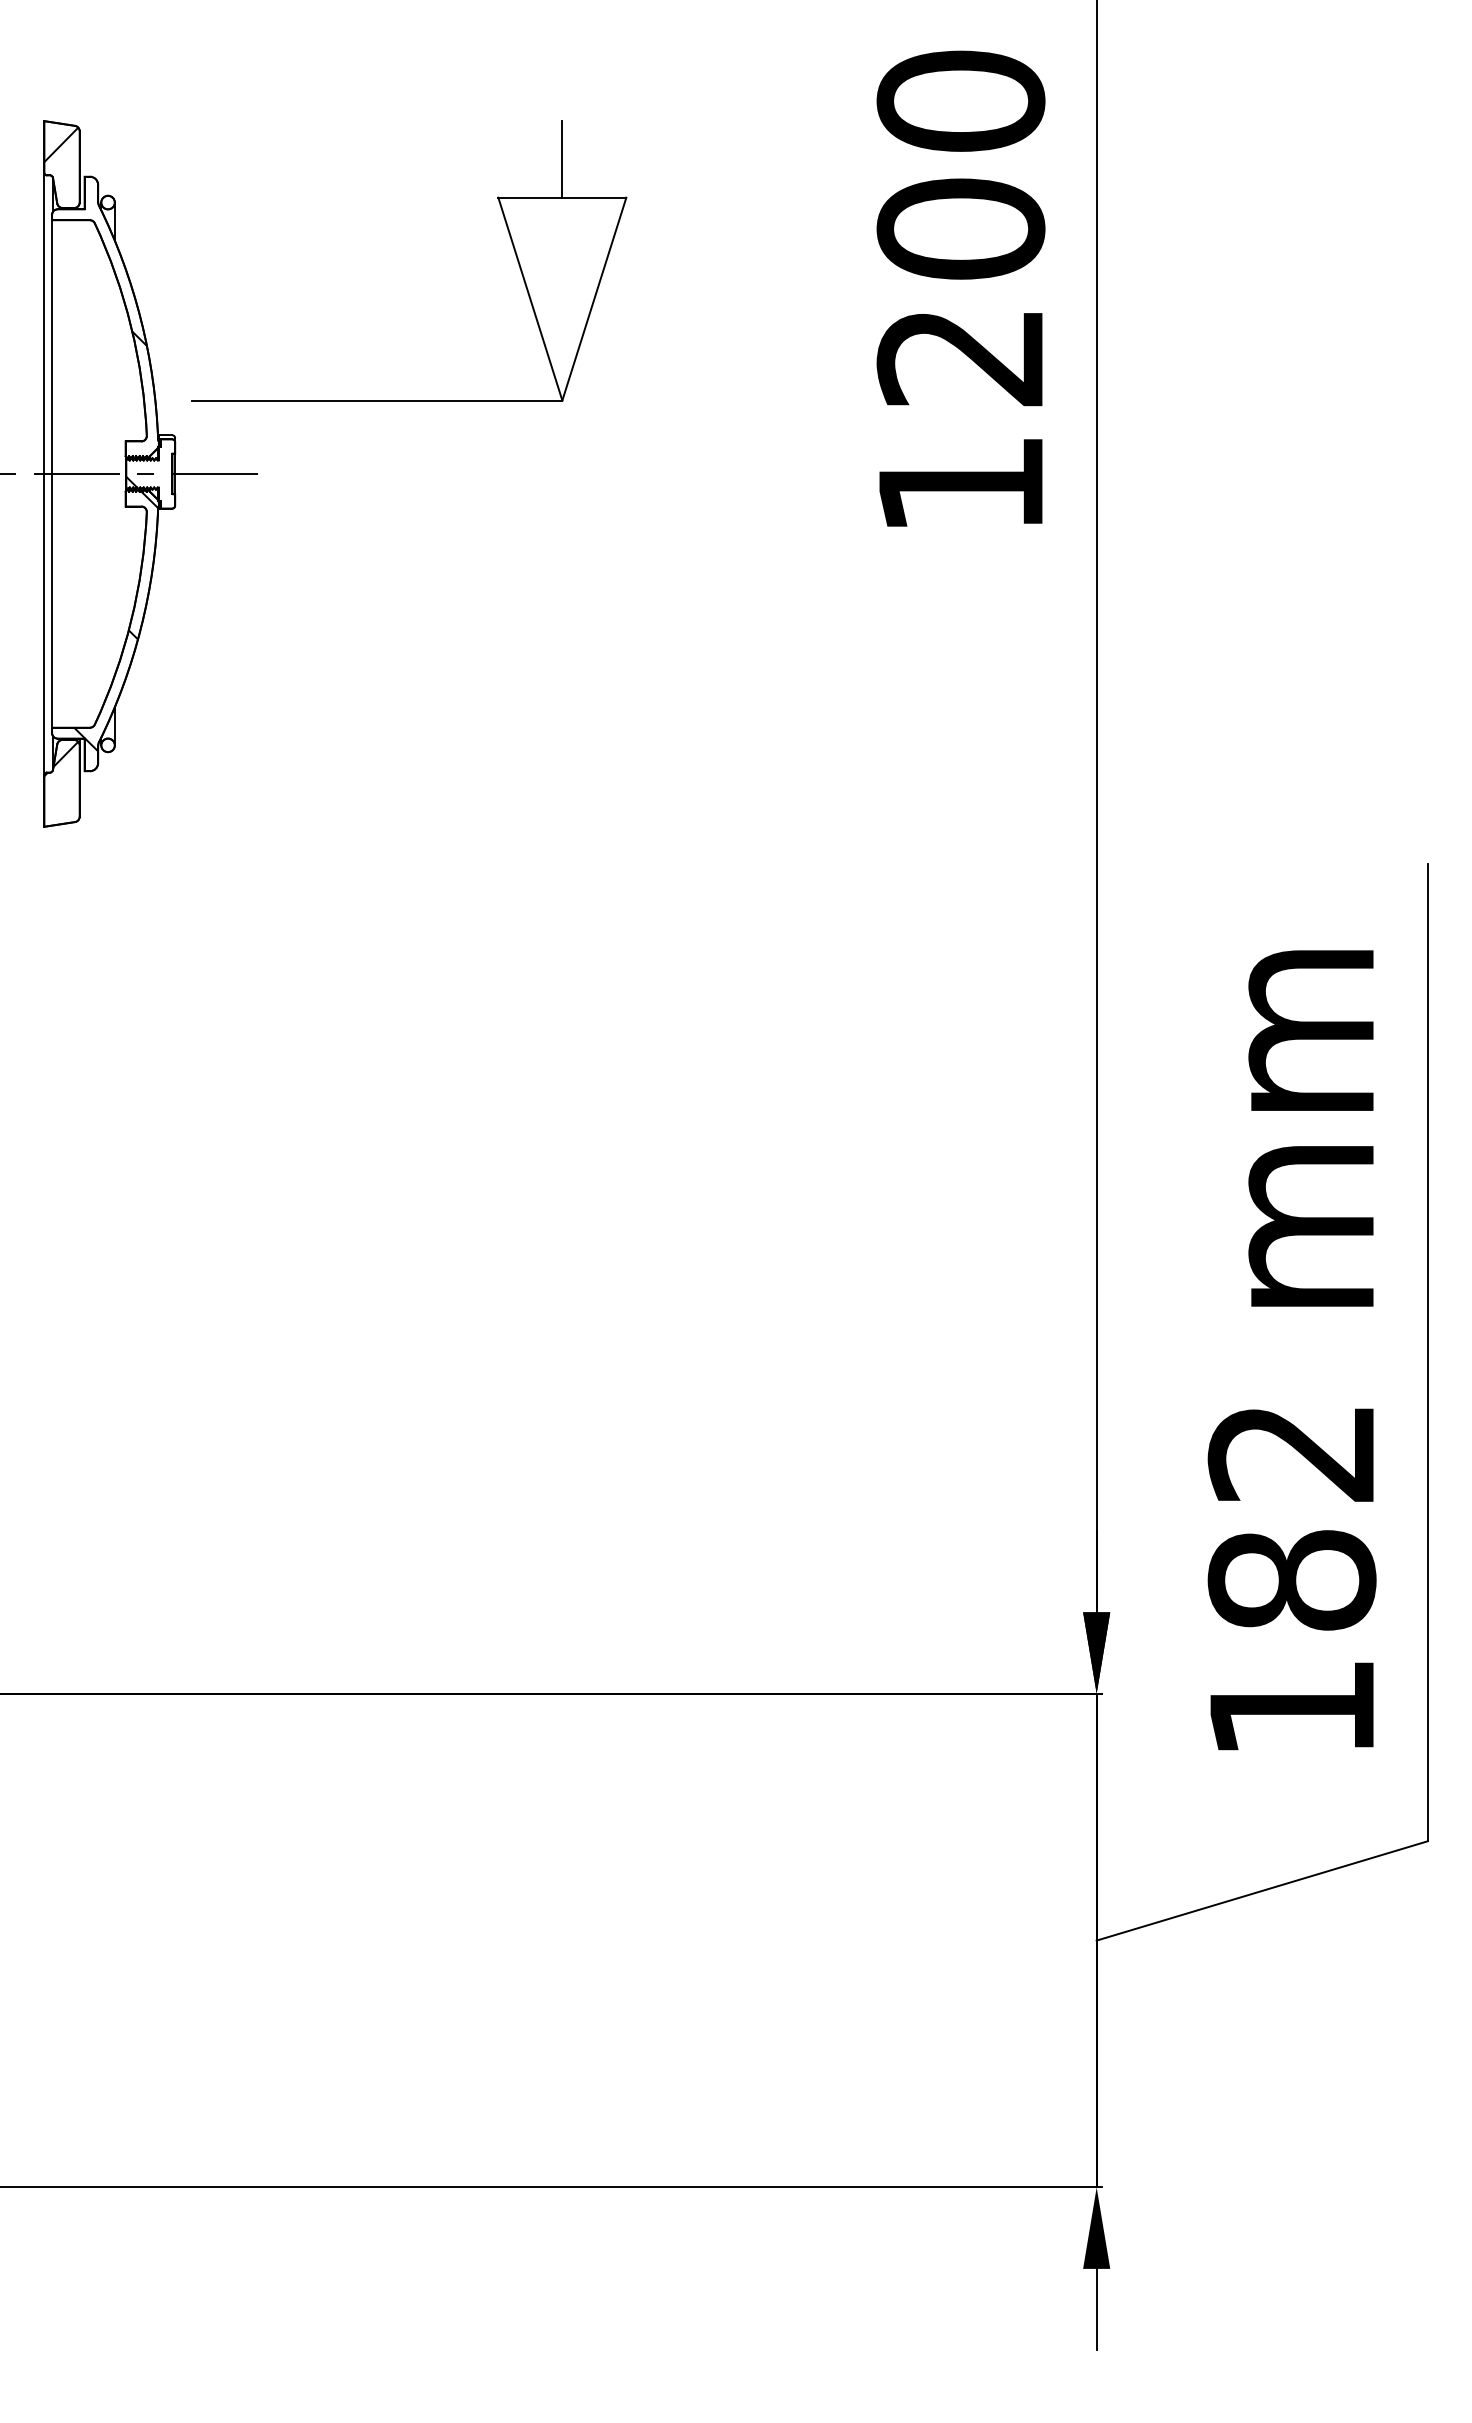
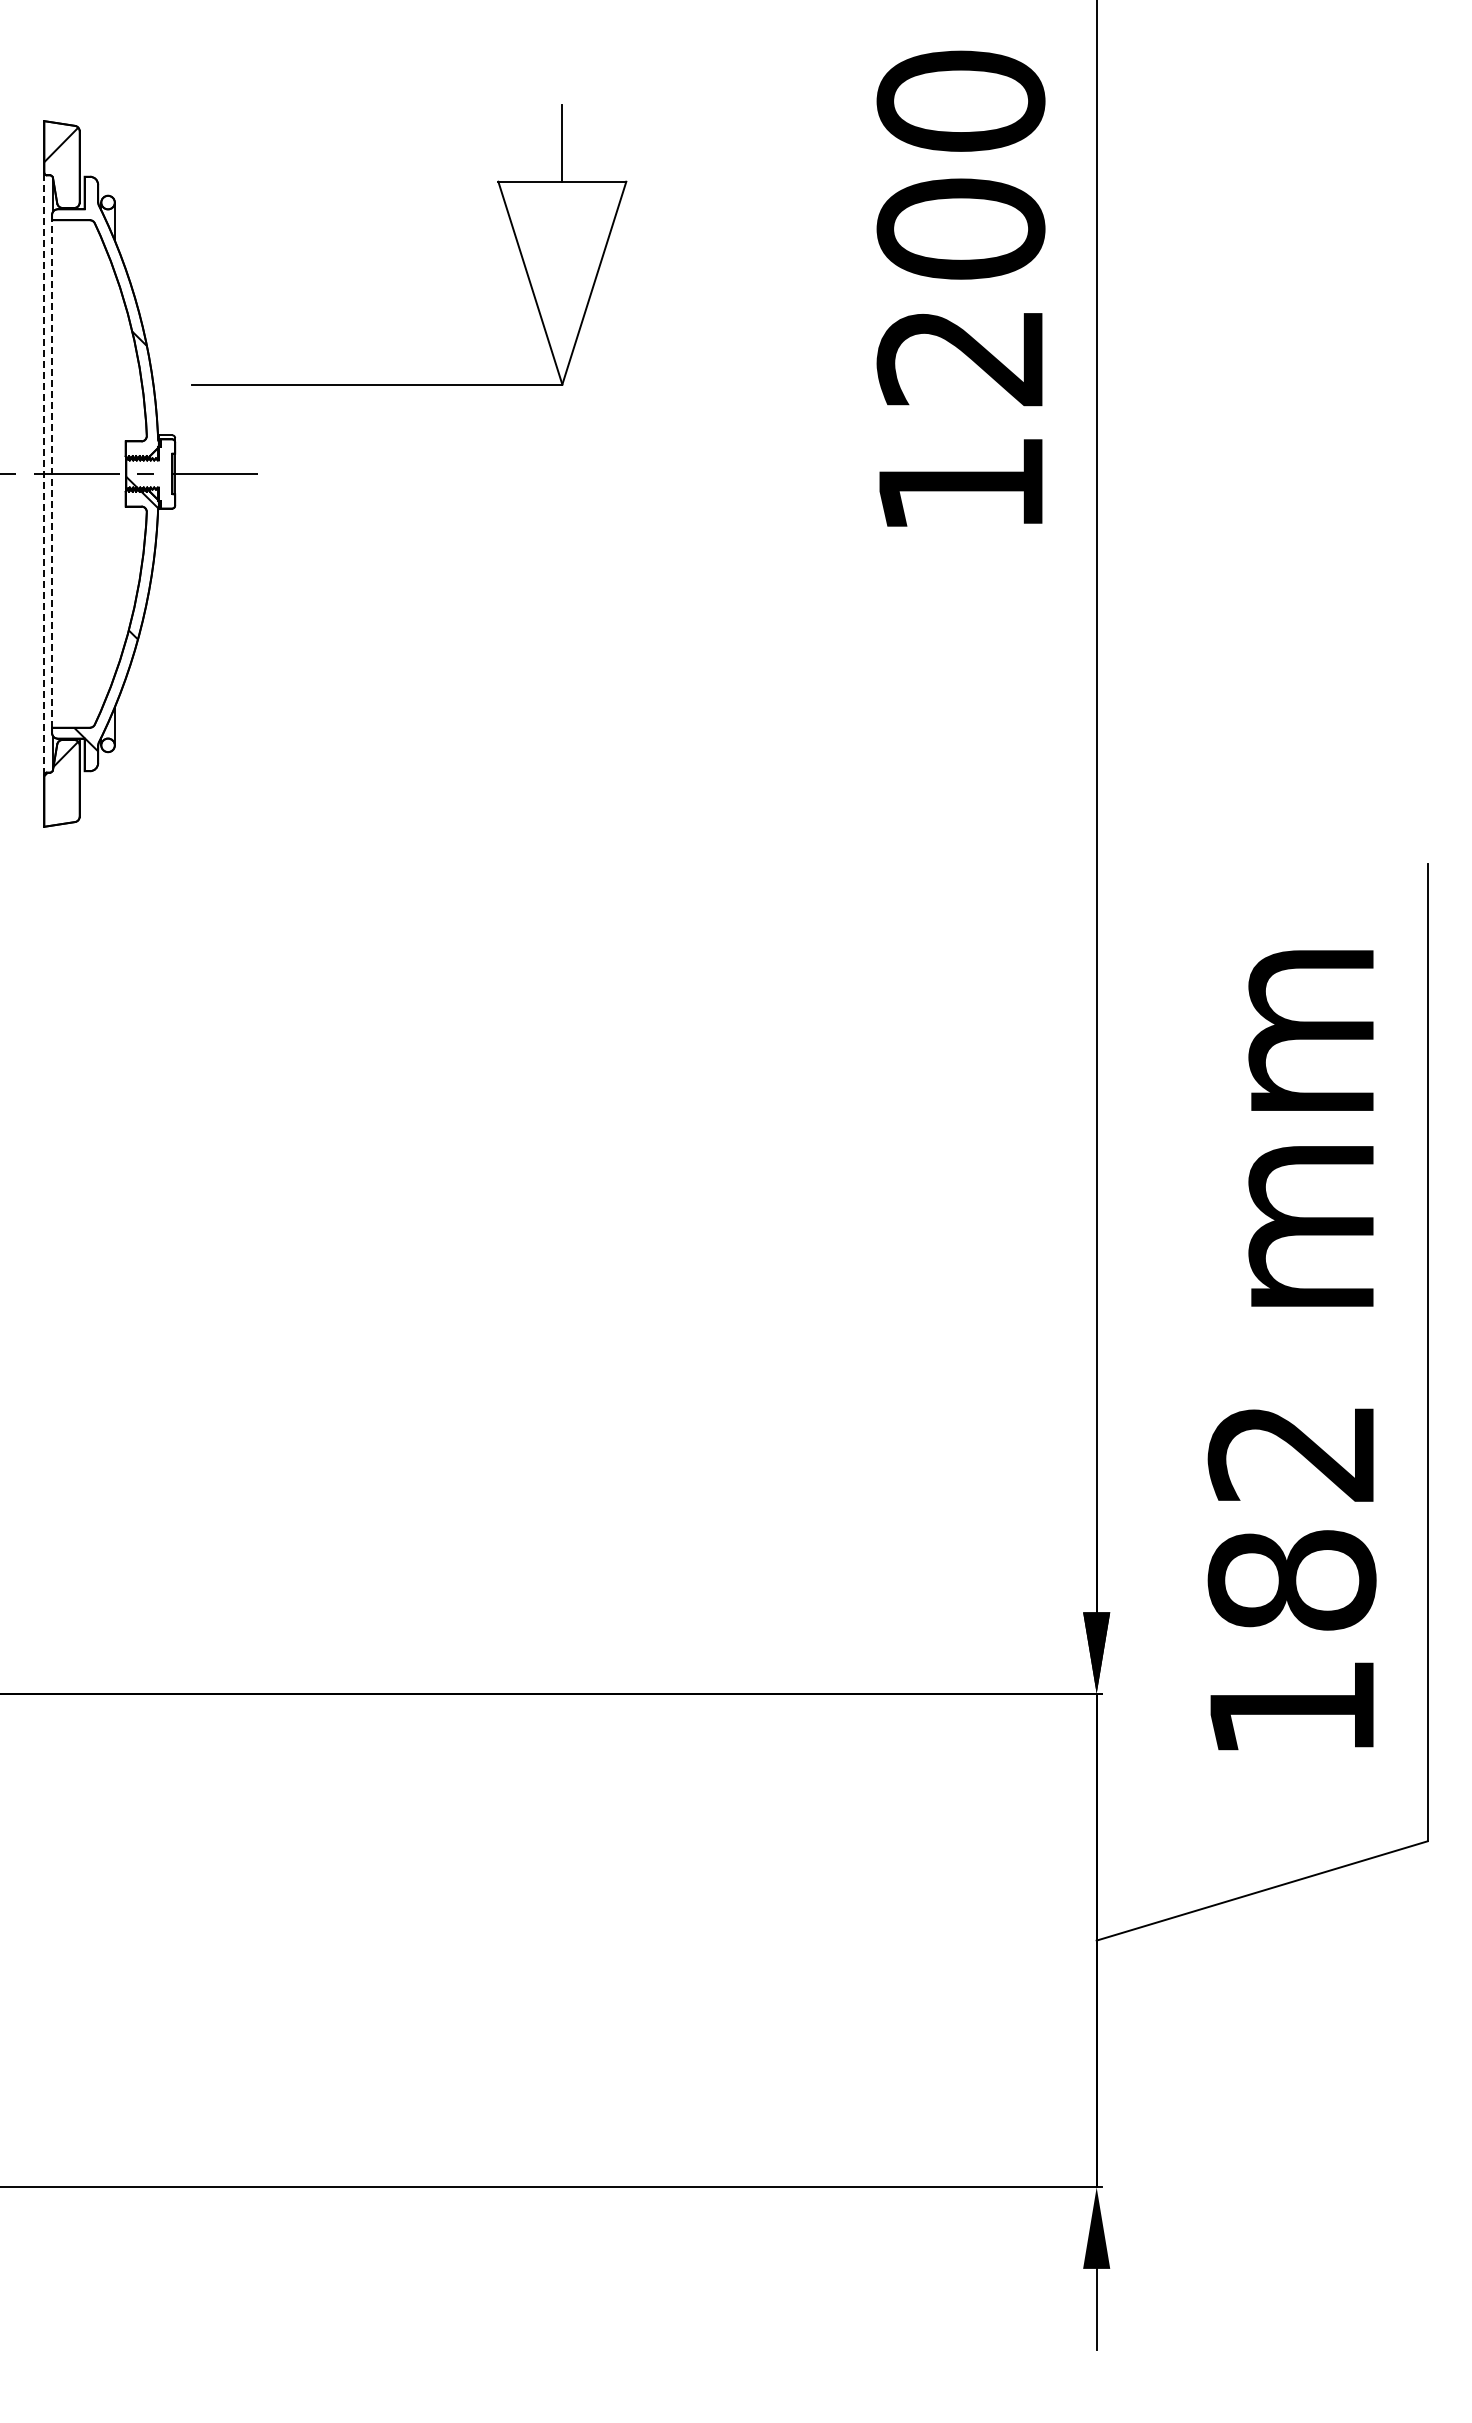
part at (506, 227) position: (506, 227) -> (506, 211)
line at (44, 473): solid -> dashed
line at (52, 473): solid -> dashed
